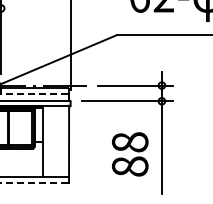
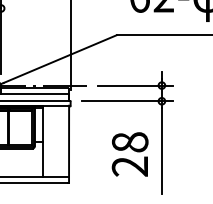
line at (34, 93): dashed -> solid
text at (129, 166): 88 -> 28
line at (33, 183): dashed -> solid
